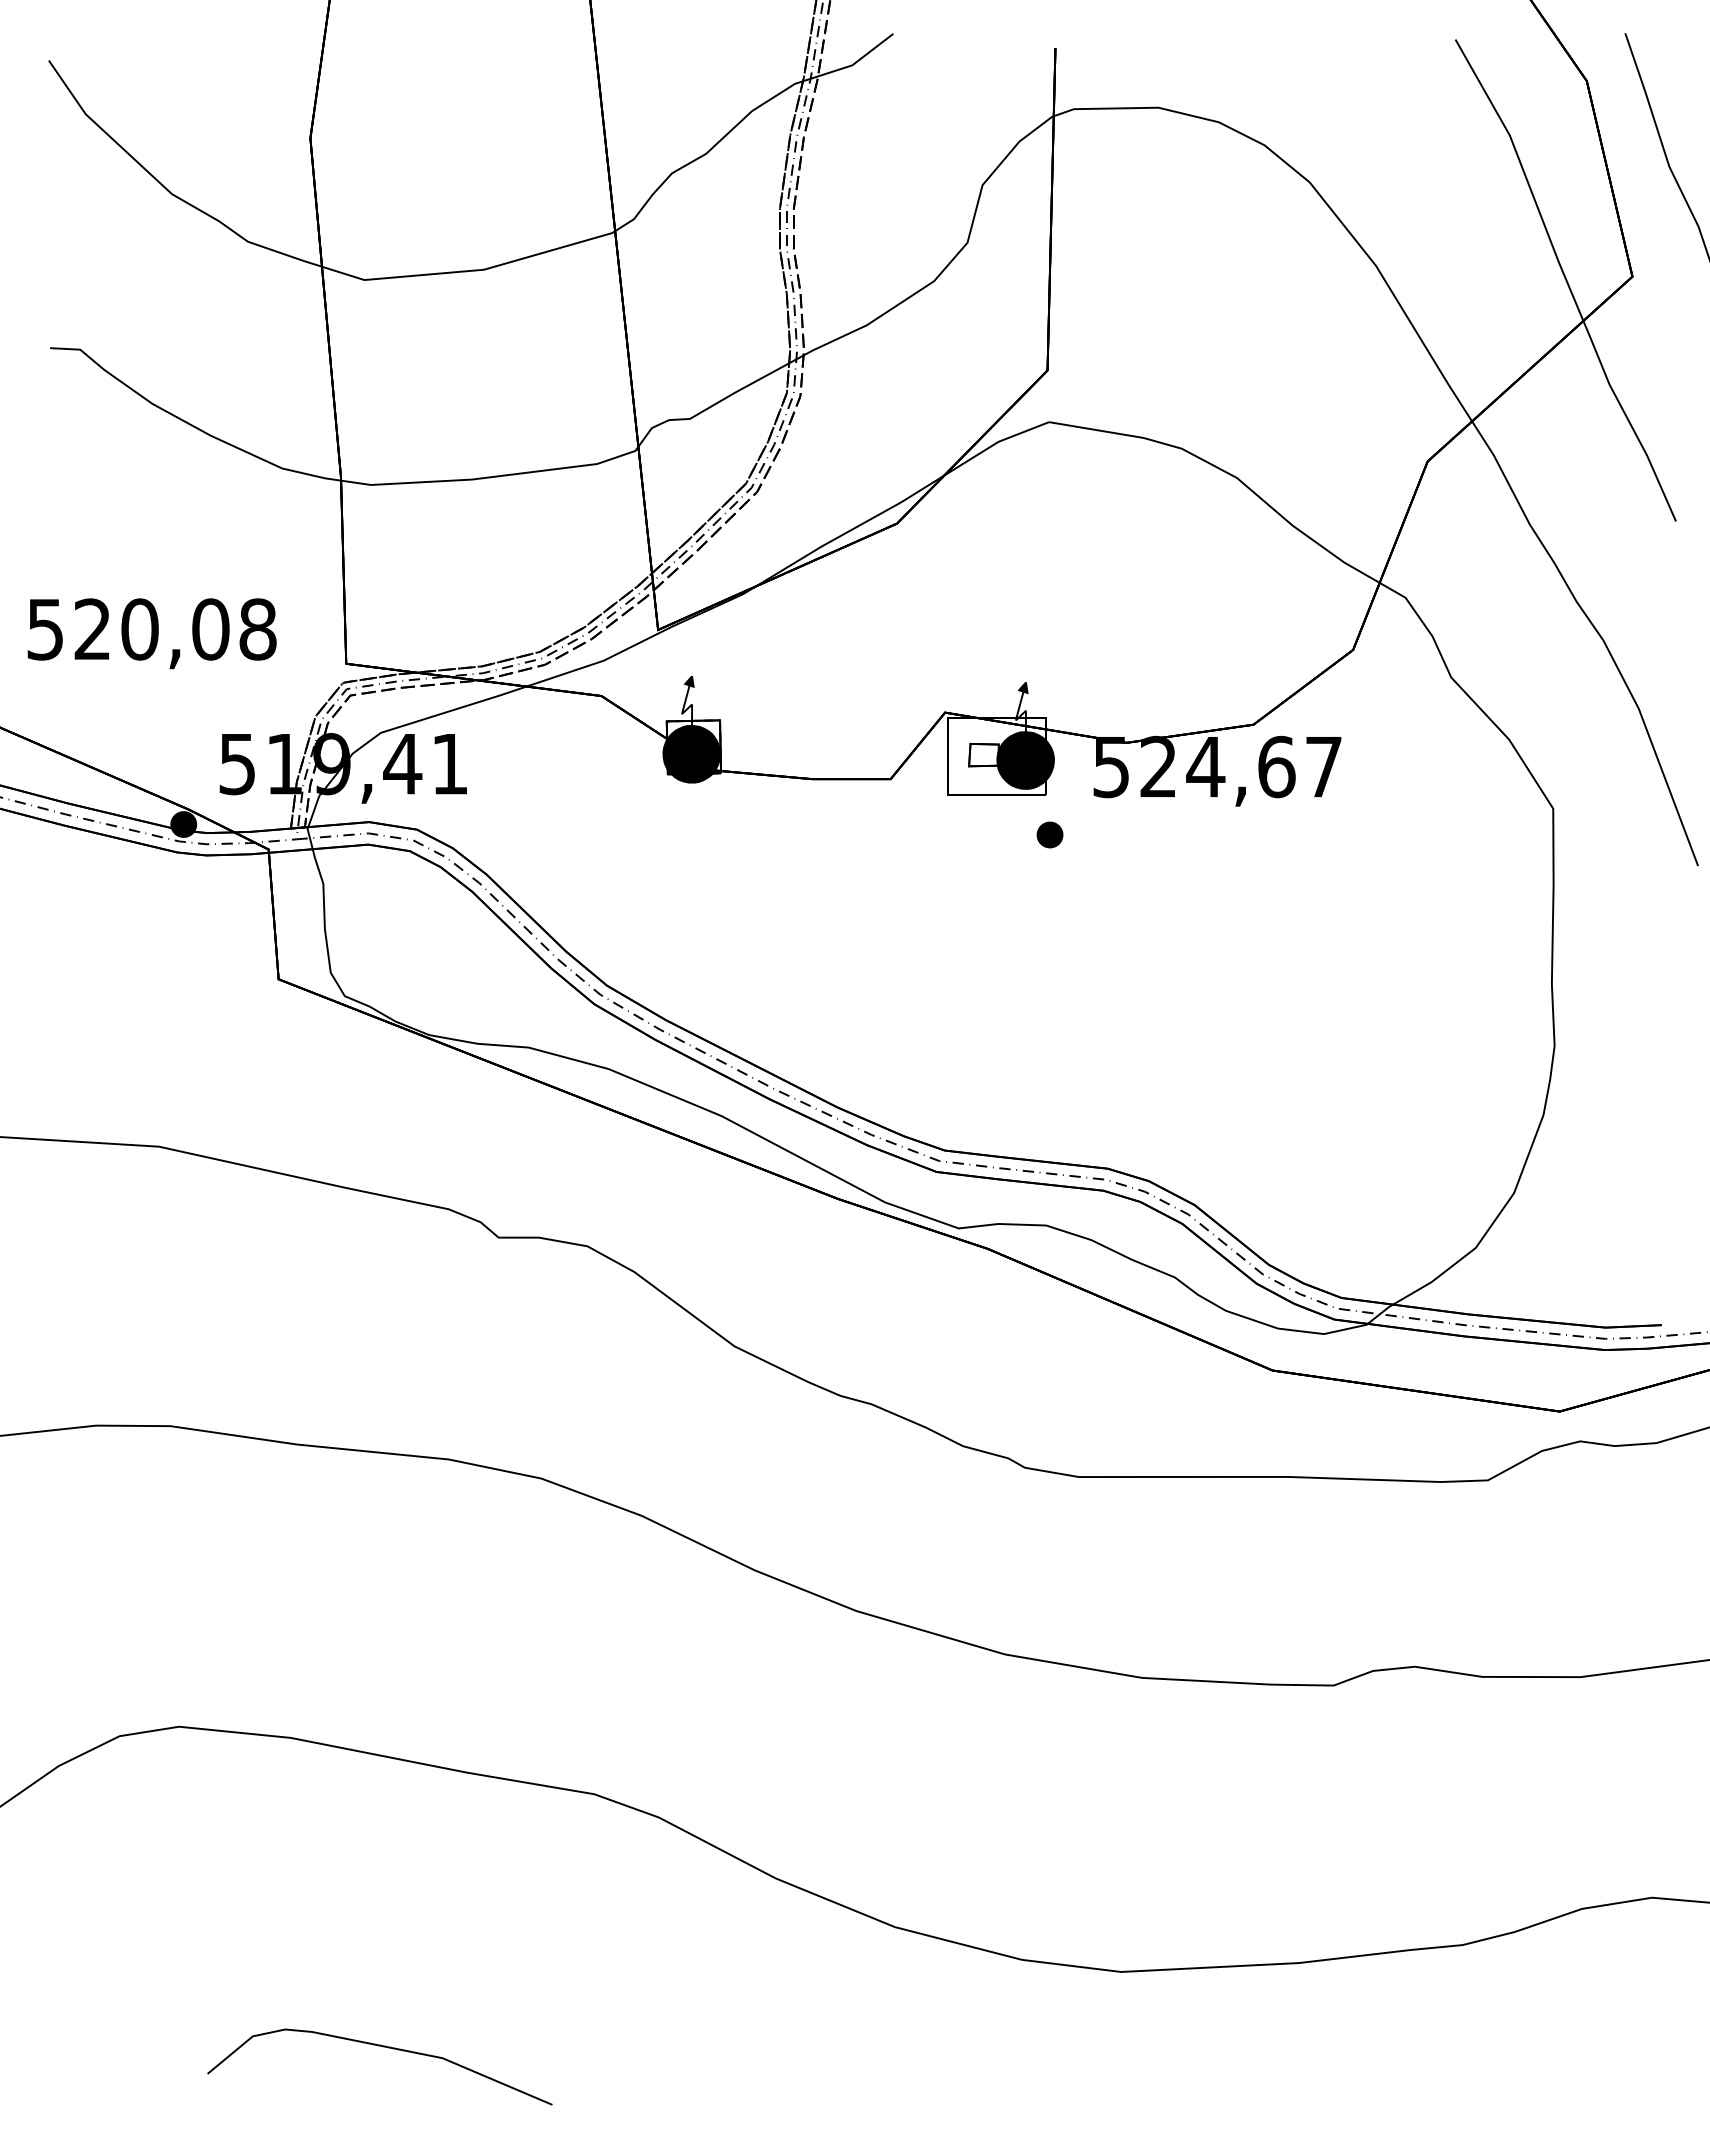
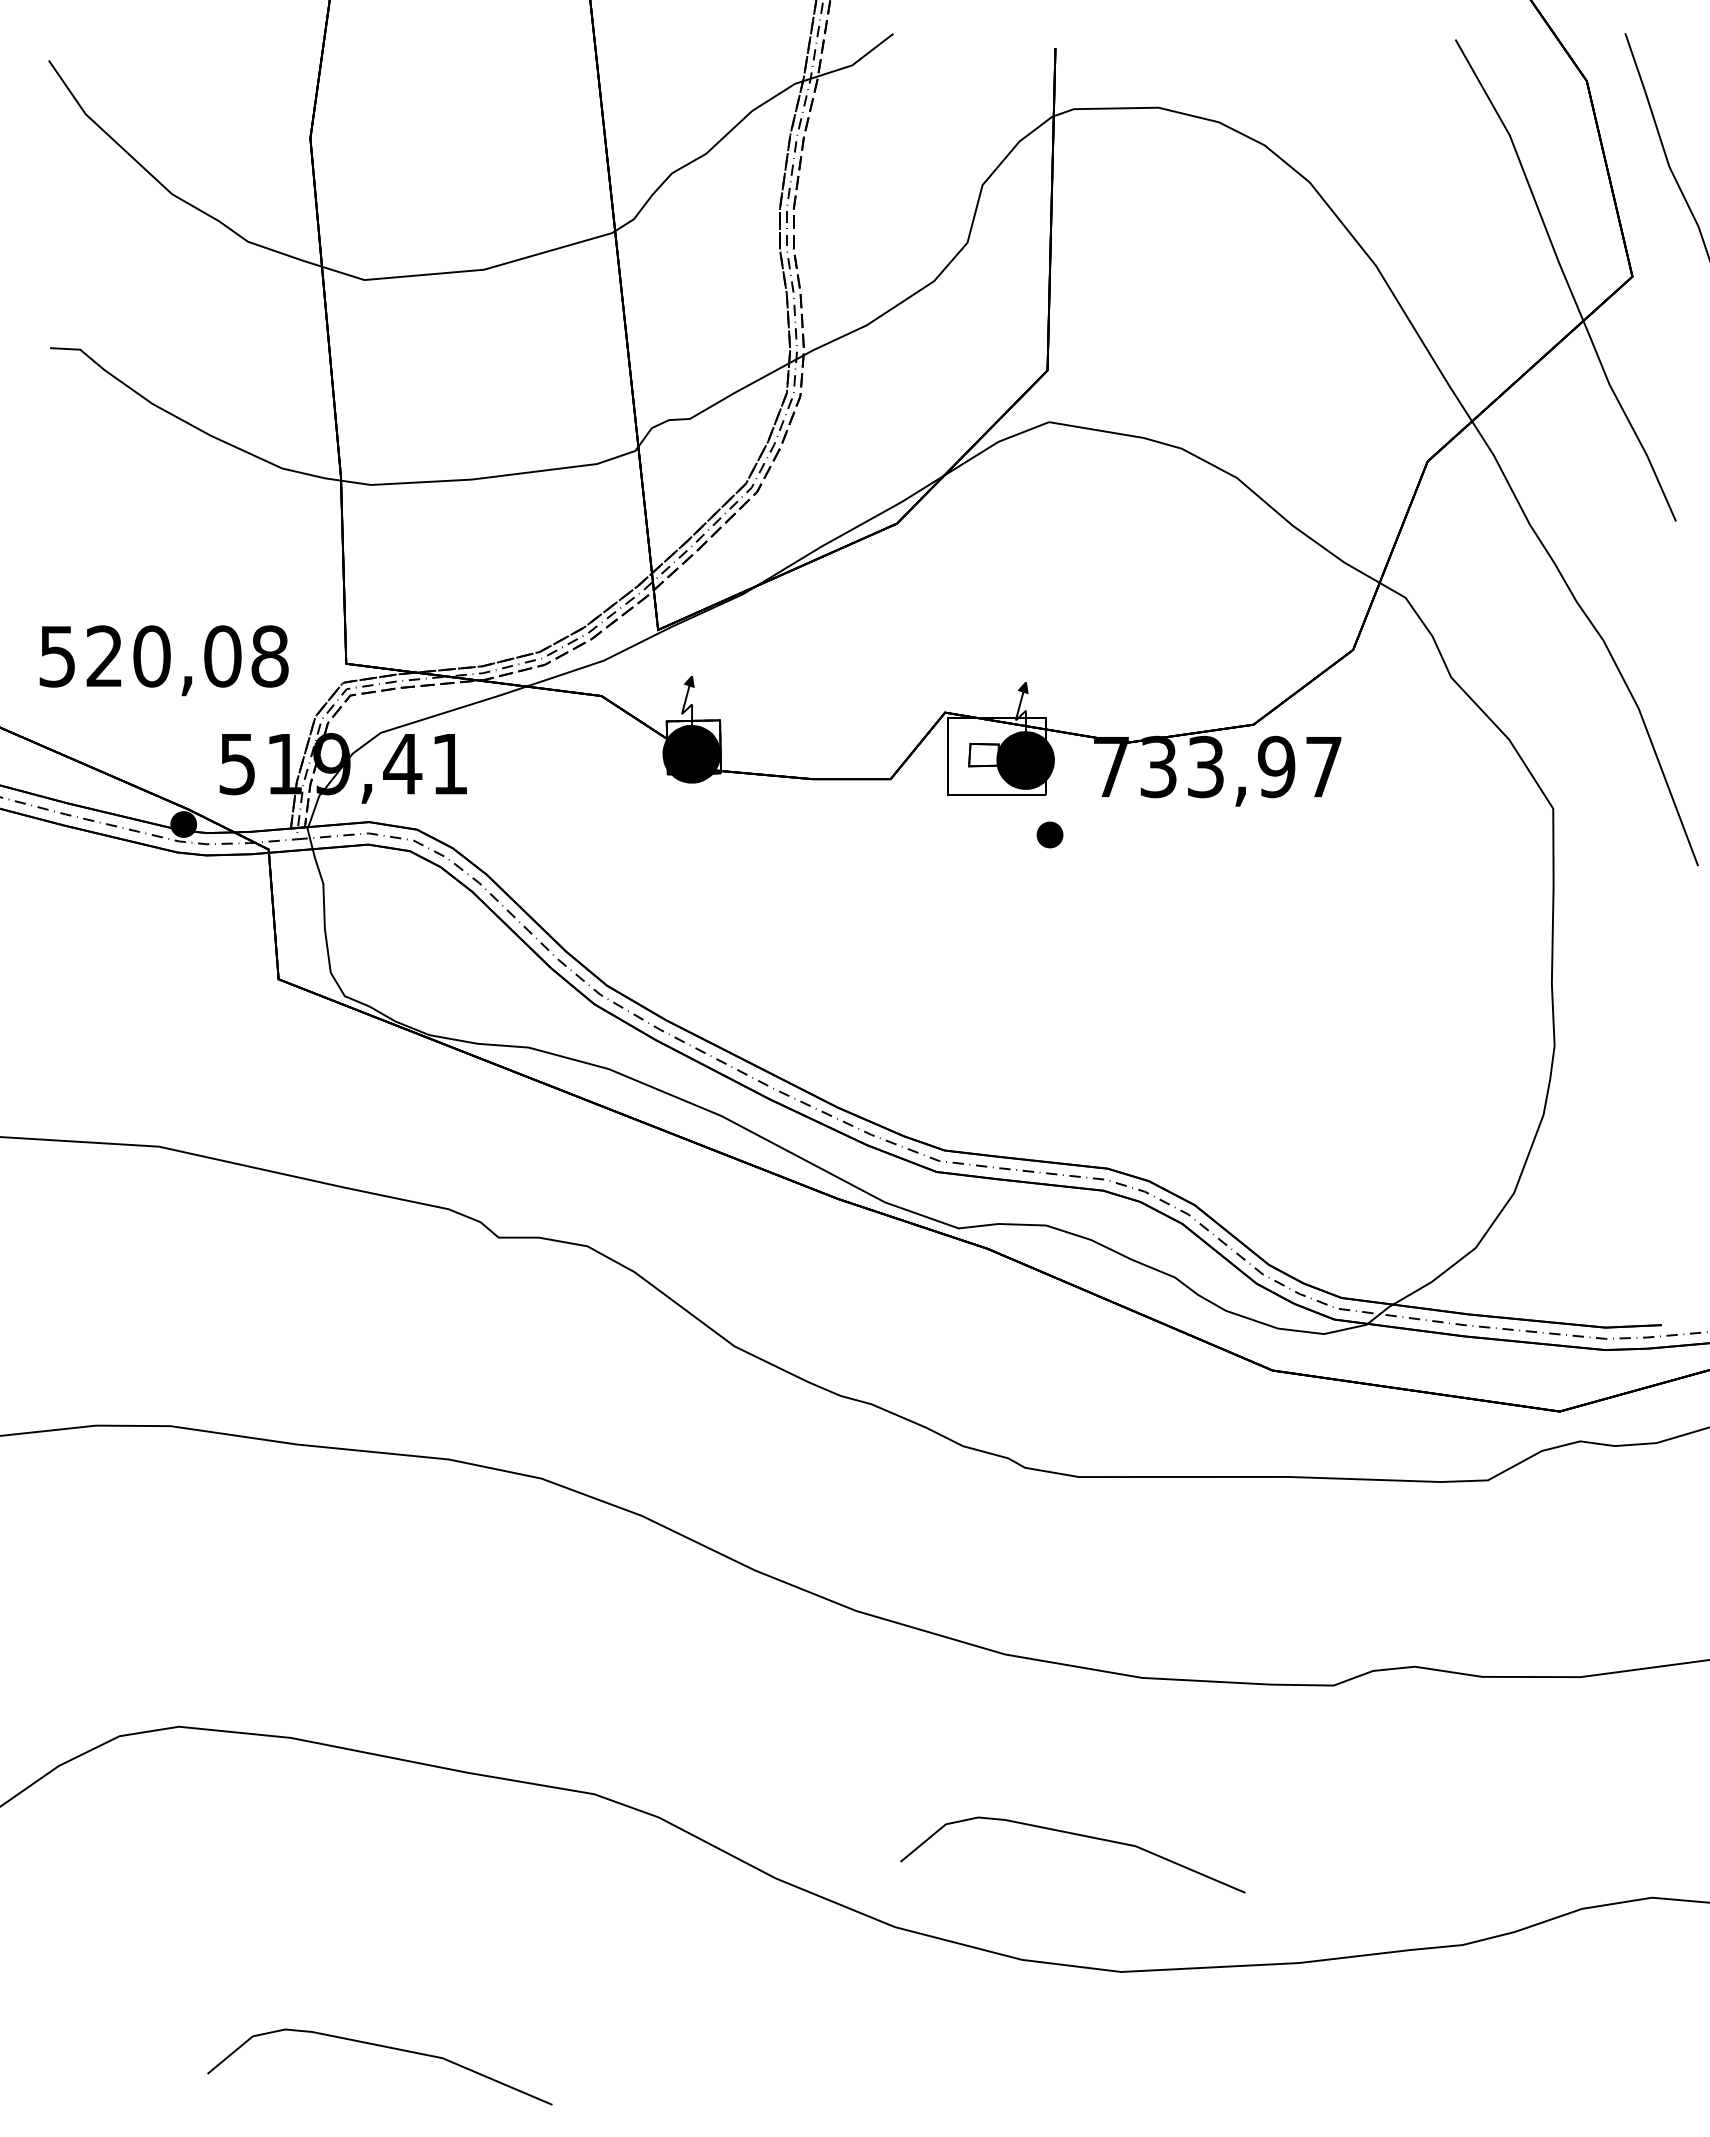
text at (151, 633) position: (151, 633) -> (163, 660)
text at (1194, 766): 524,67 -> 733,97
curve at (1076, 1835): none -> present
